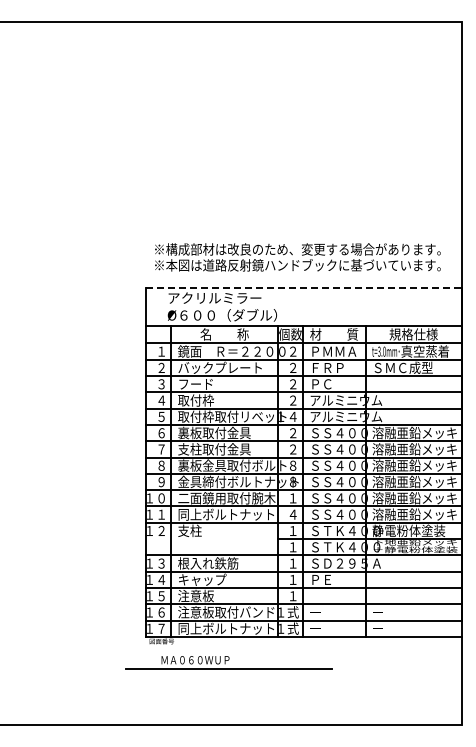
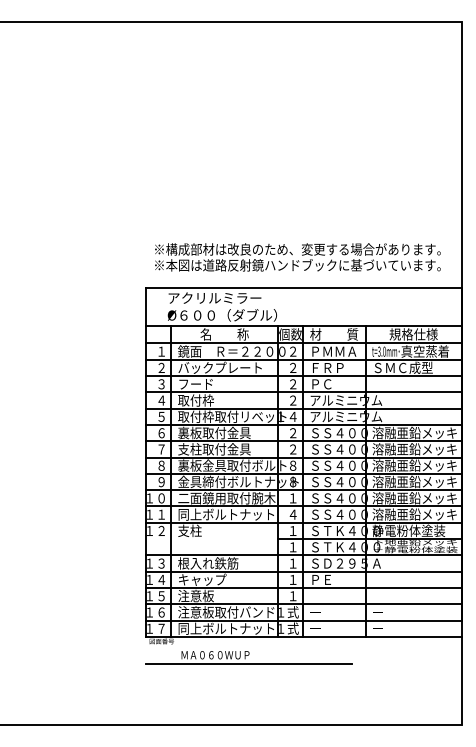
line at (303, 288): dashed -> solid
part at (228, 662) position: (228, 662) -> (248, 657)
